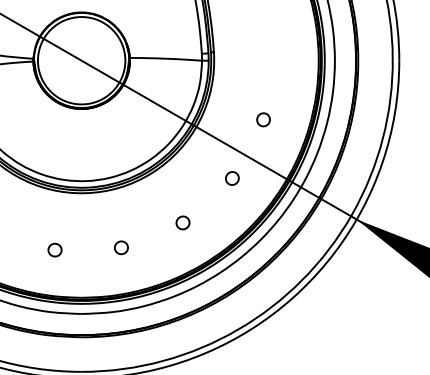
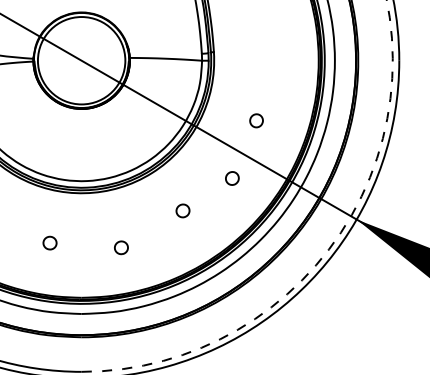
part at (263, 119) position: (263, 119) -> (256, 120)
part at (182, 222) position: (182, 222) -> (182, 210)
part at (54, 249) position: (54, 249) -> (49, 242)
arc at (322, 258): solid -> dashed
